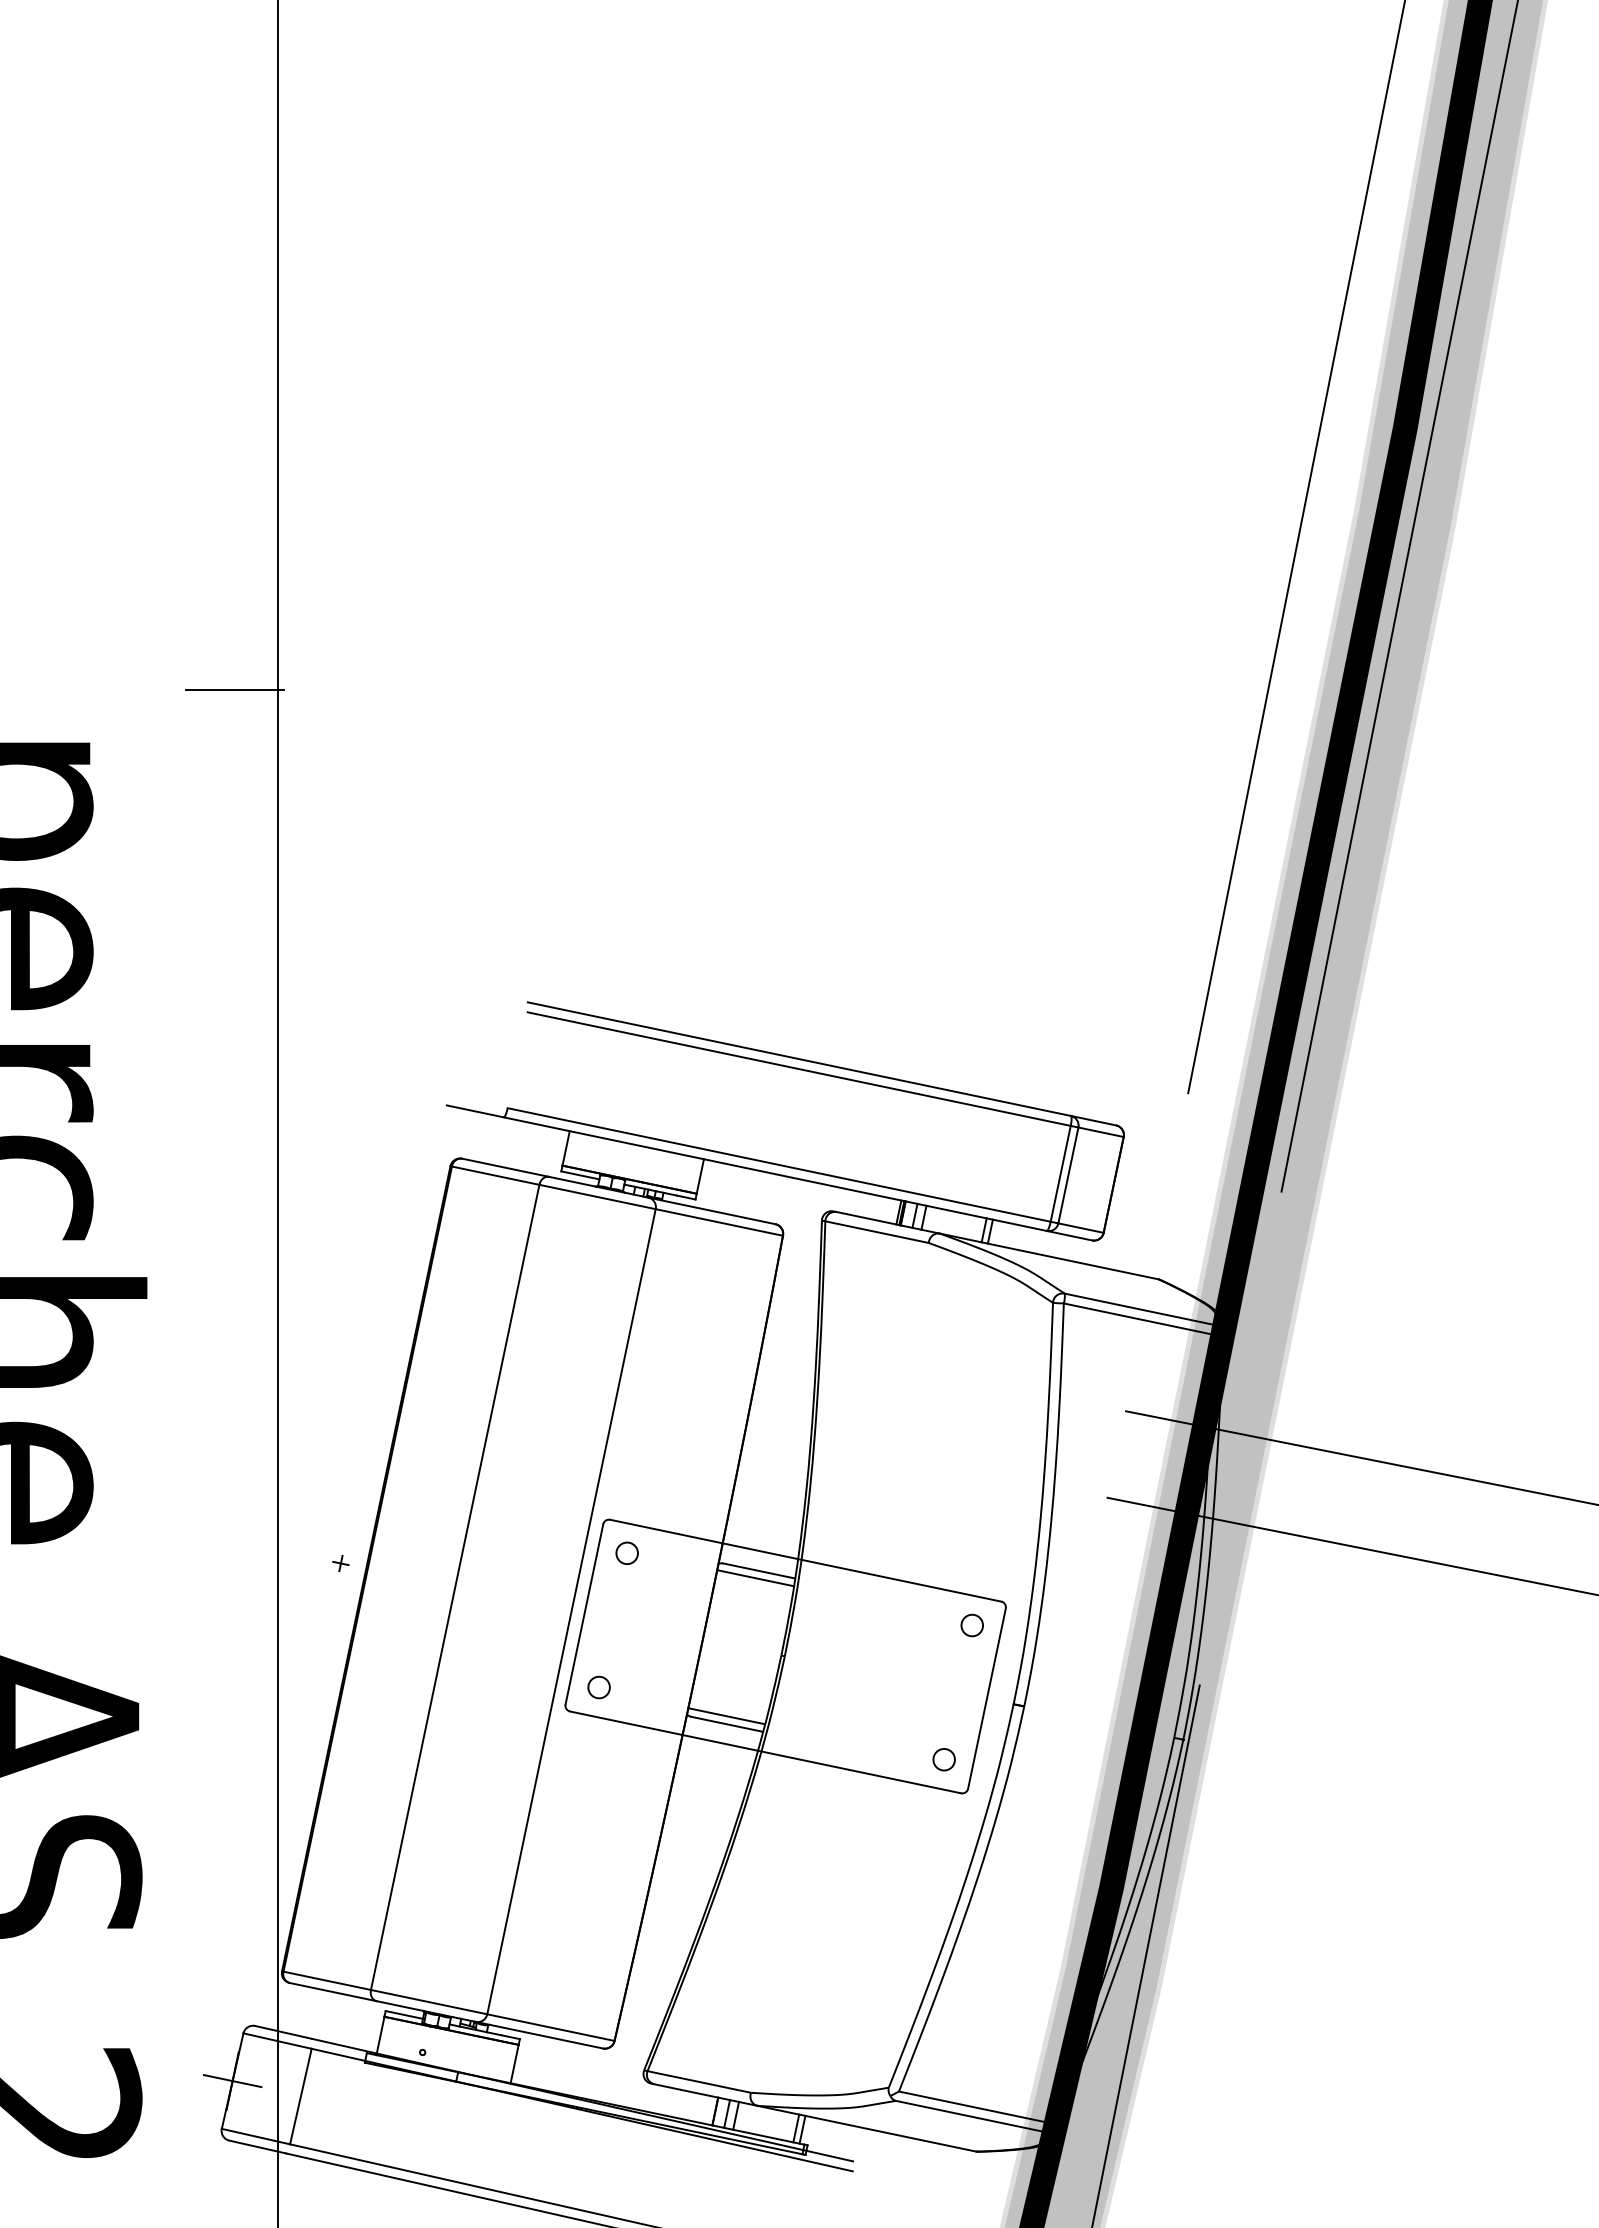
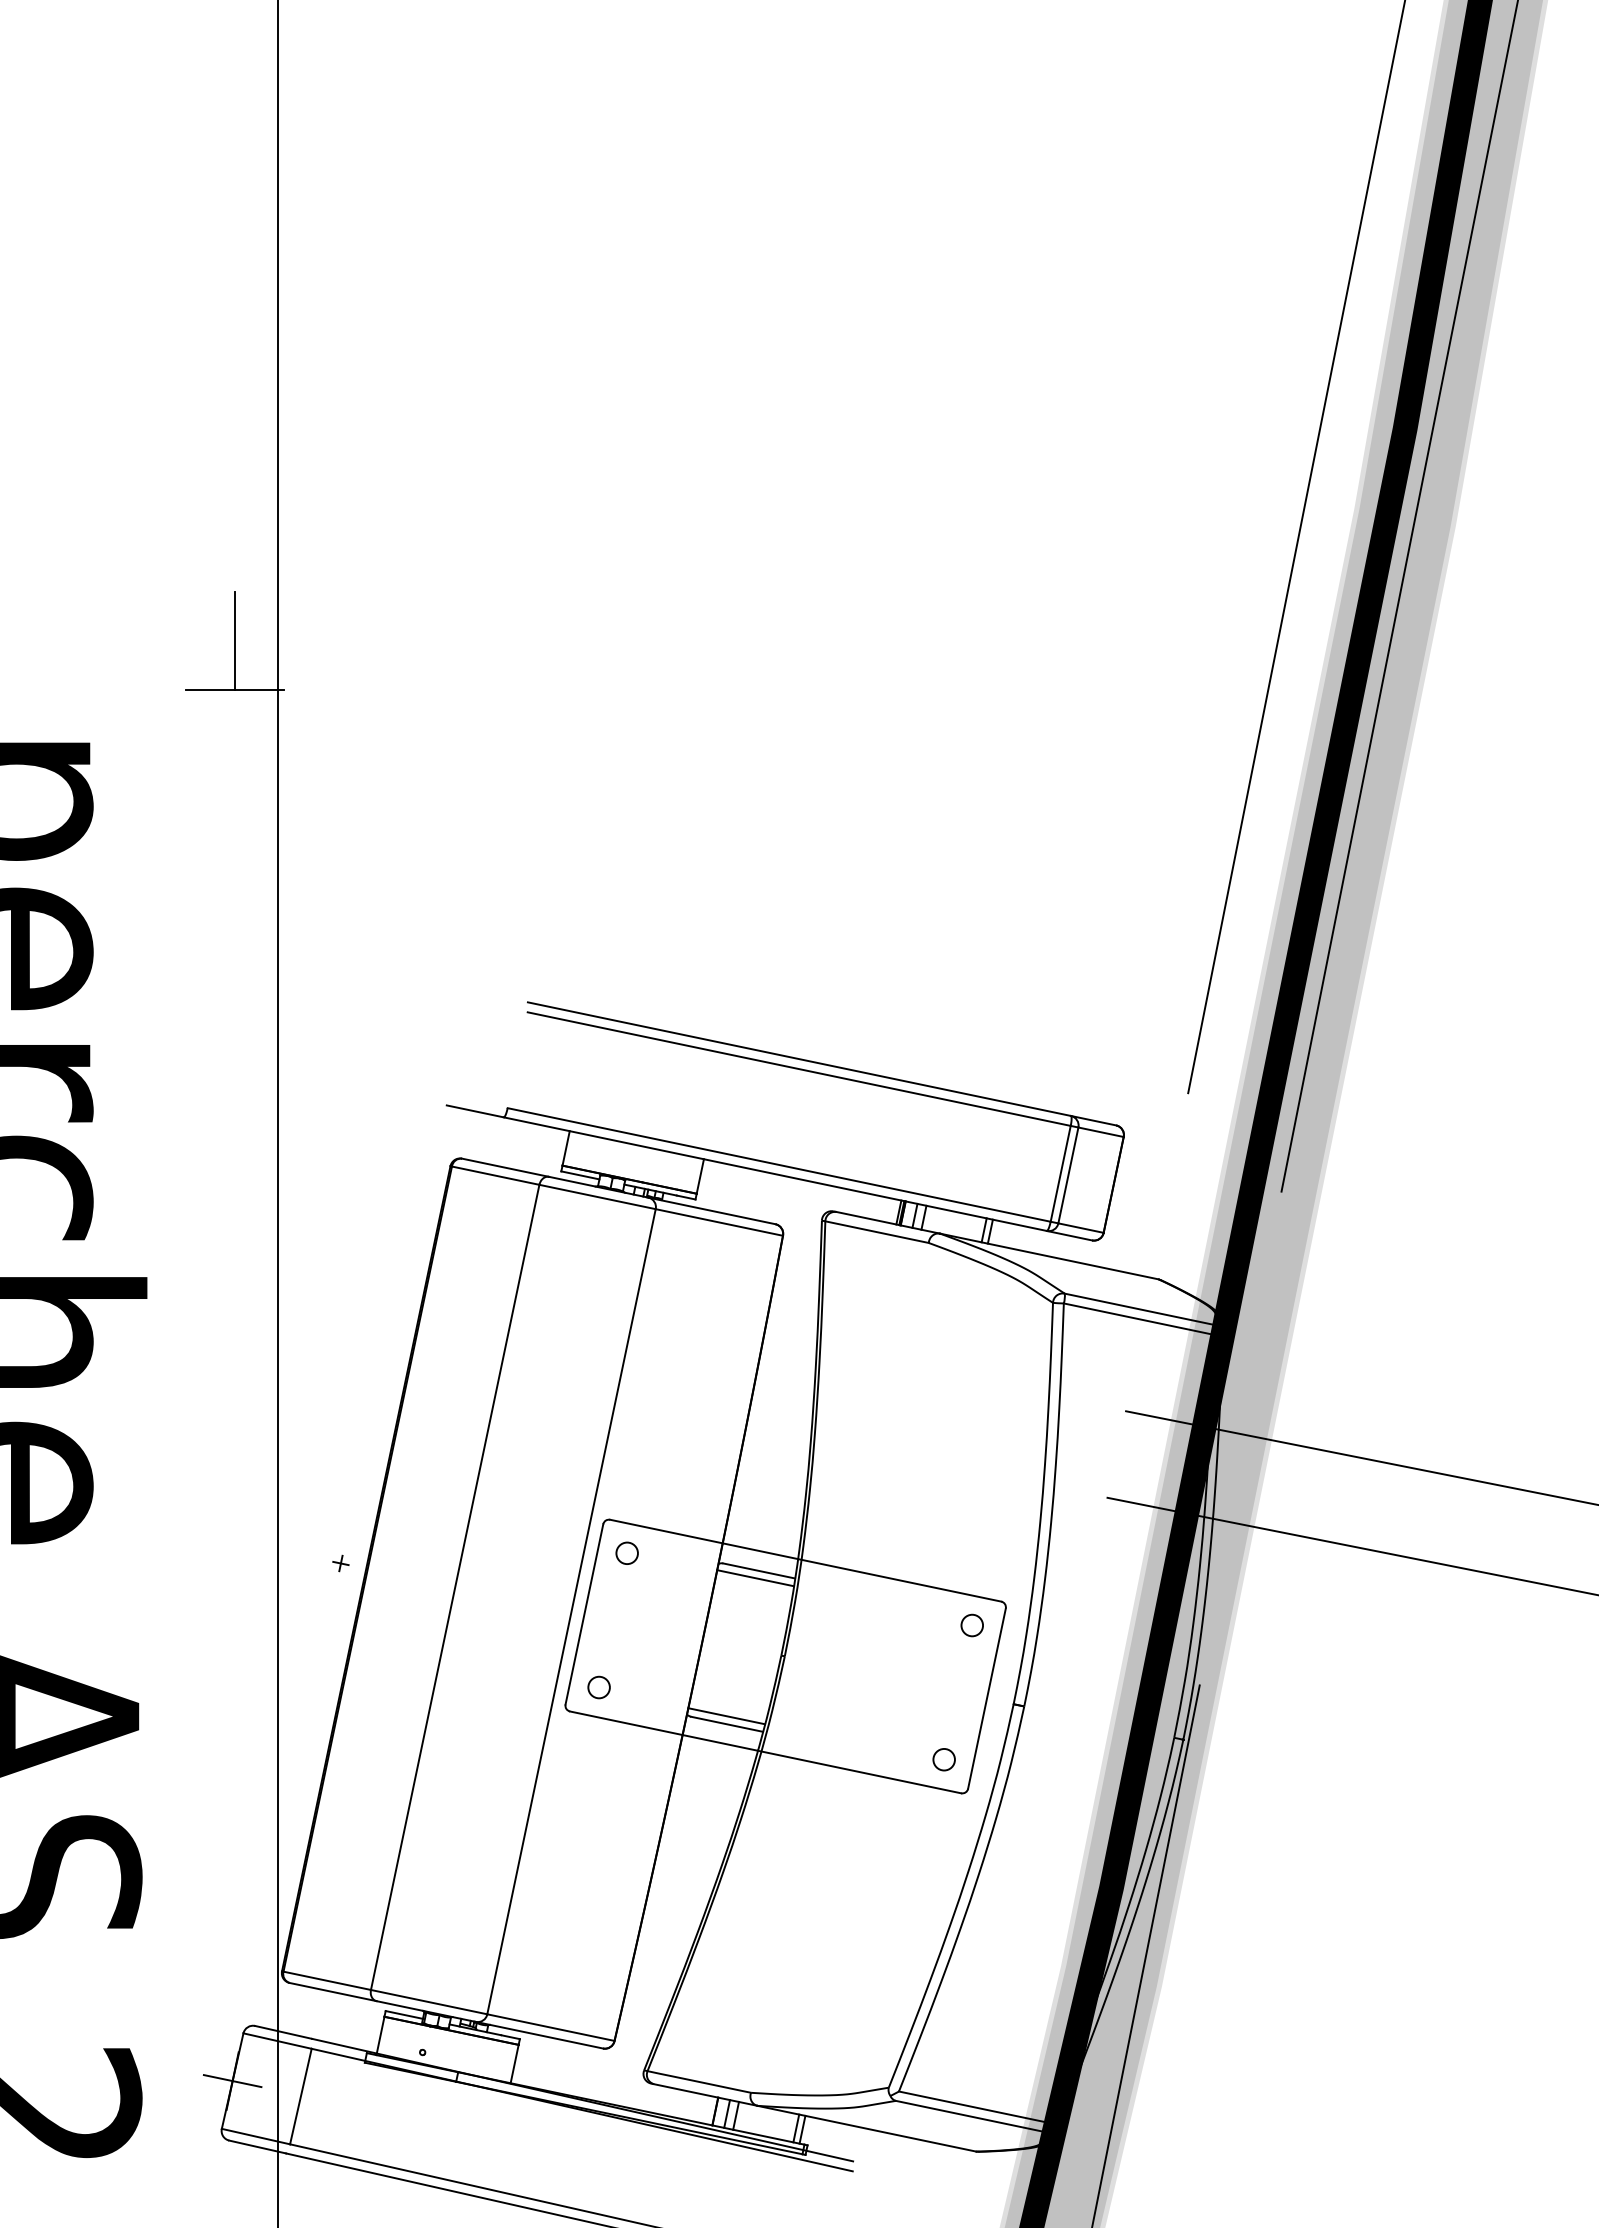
line at (234, 640): none -> present
